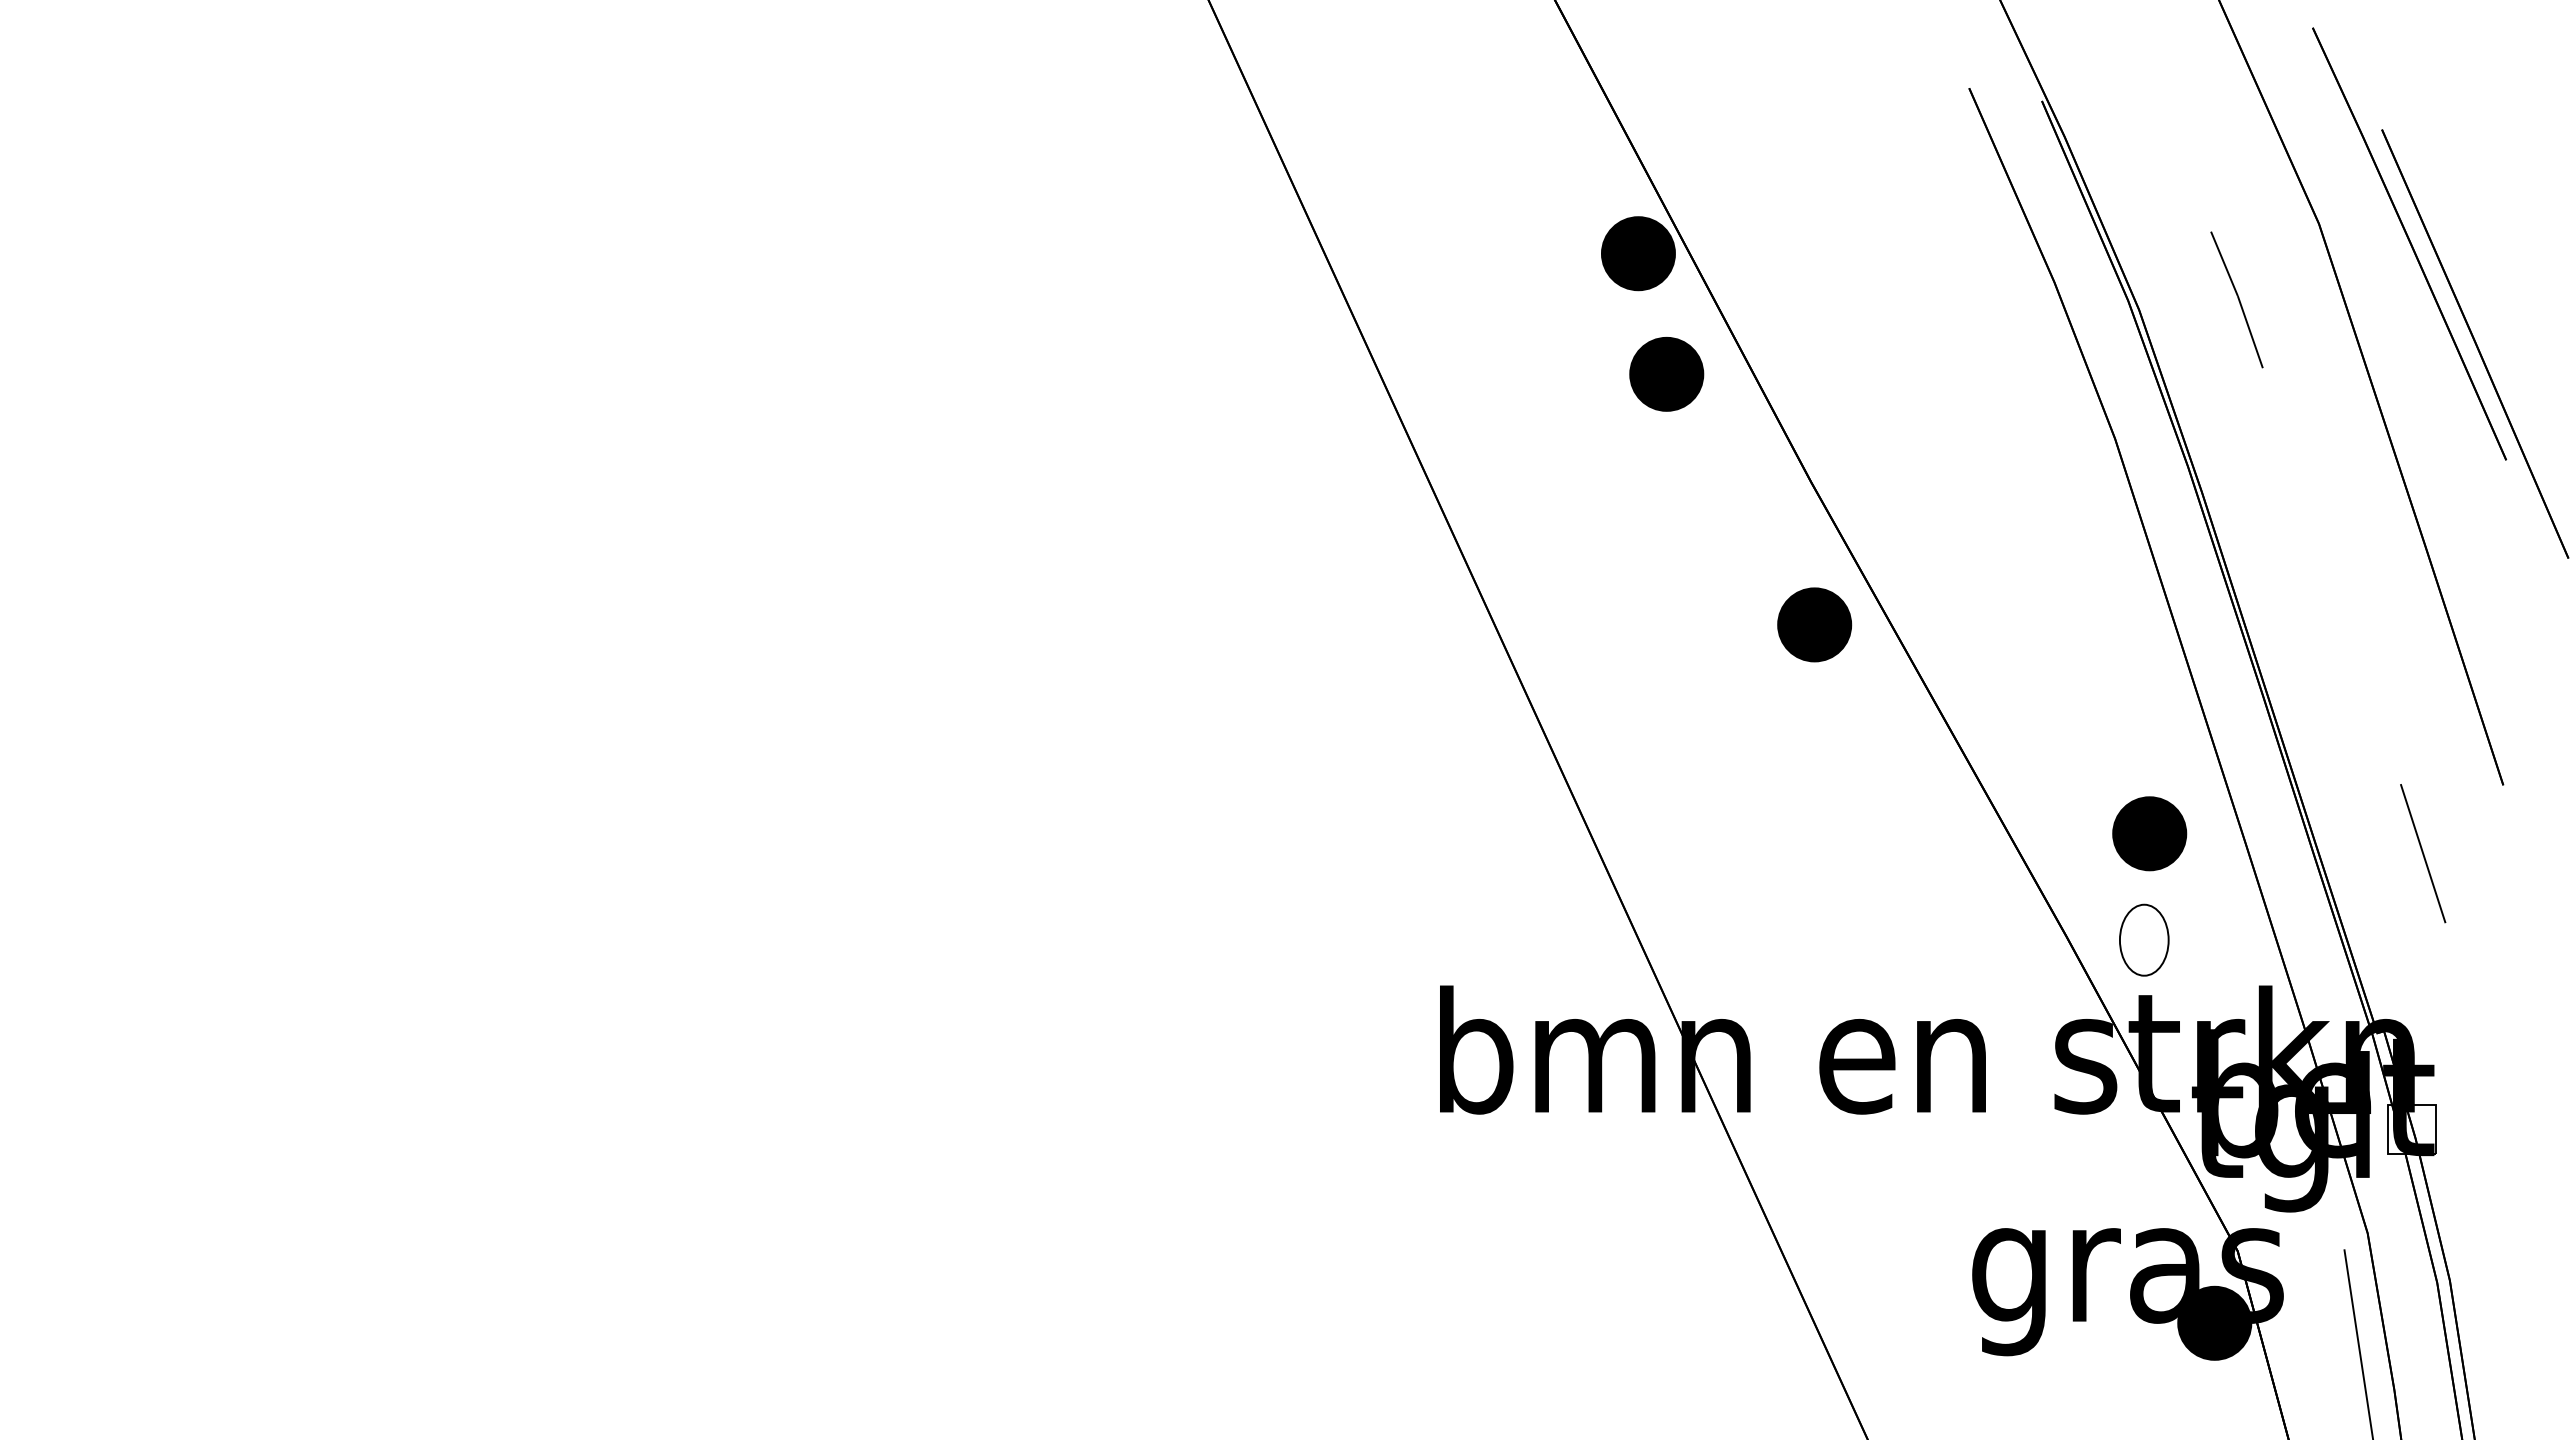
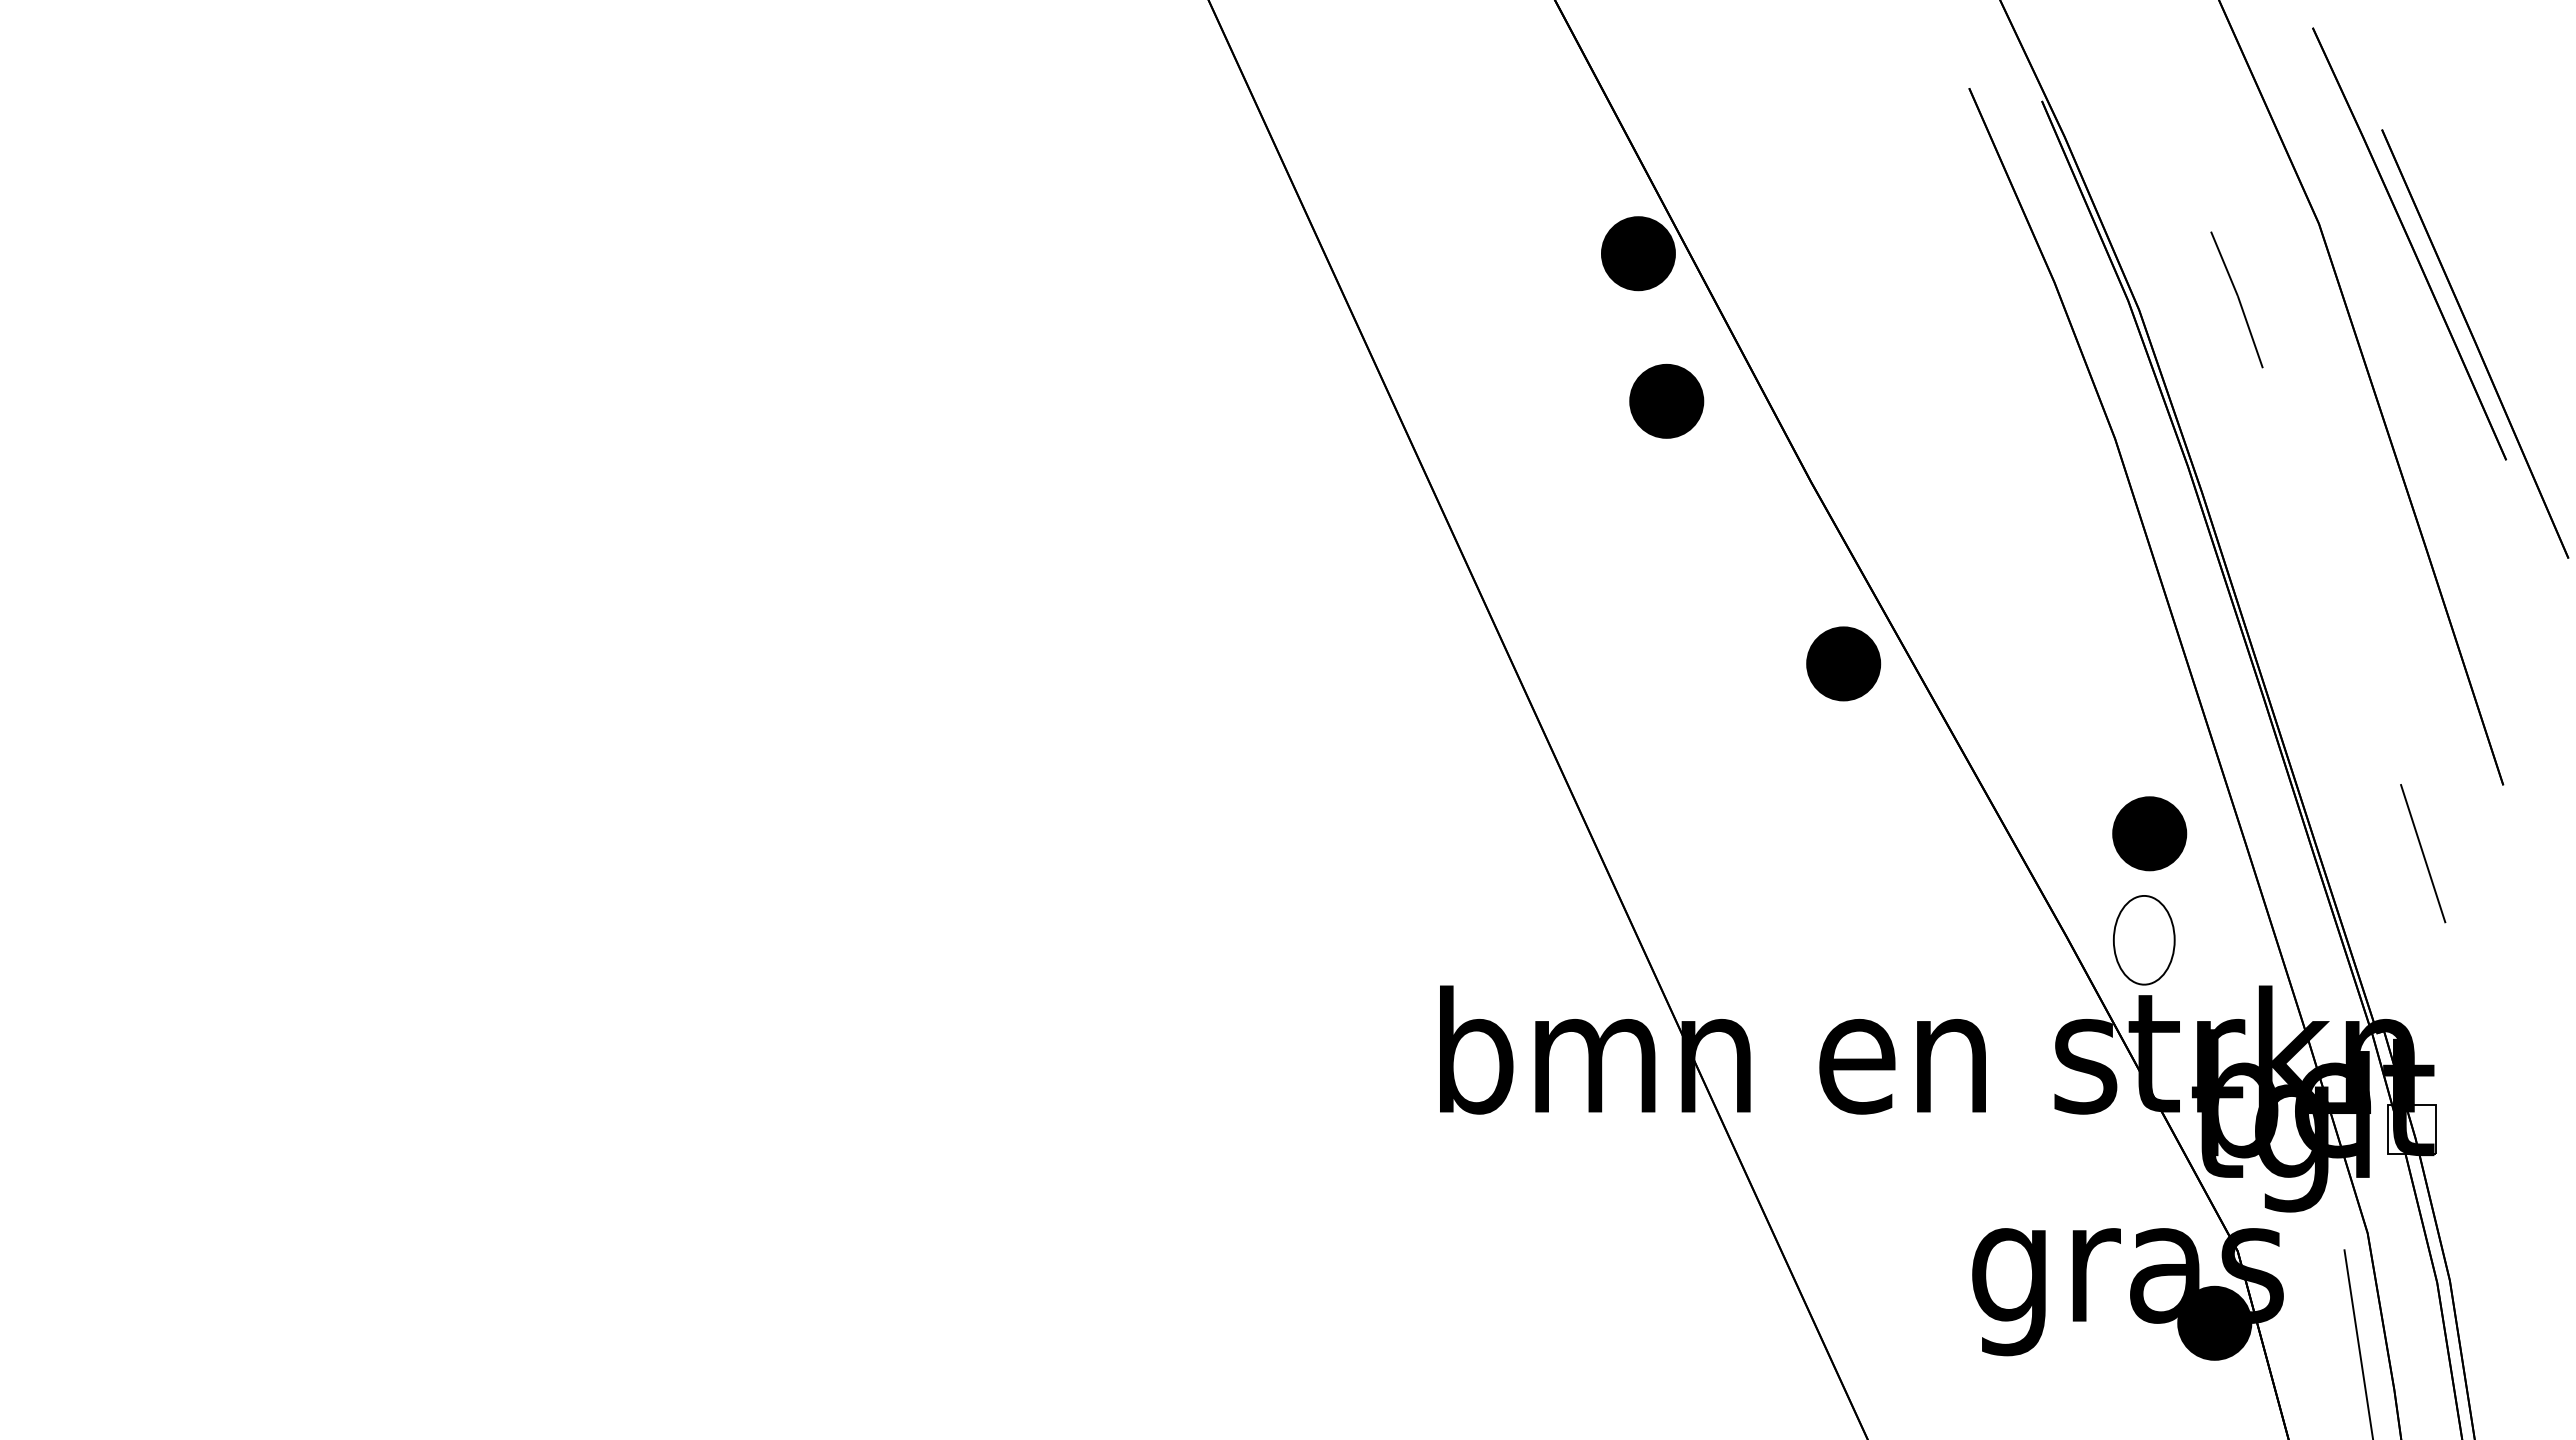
part at (1666, 374) position: (1666, 374) -> (1666, 401)
part at (1814, 624) position: (1814, 624) -> (1843, 663)
part at (2144, 939) size: 51x74 px -> 63x91 px
